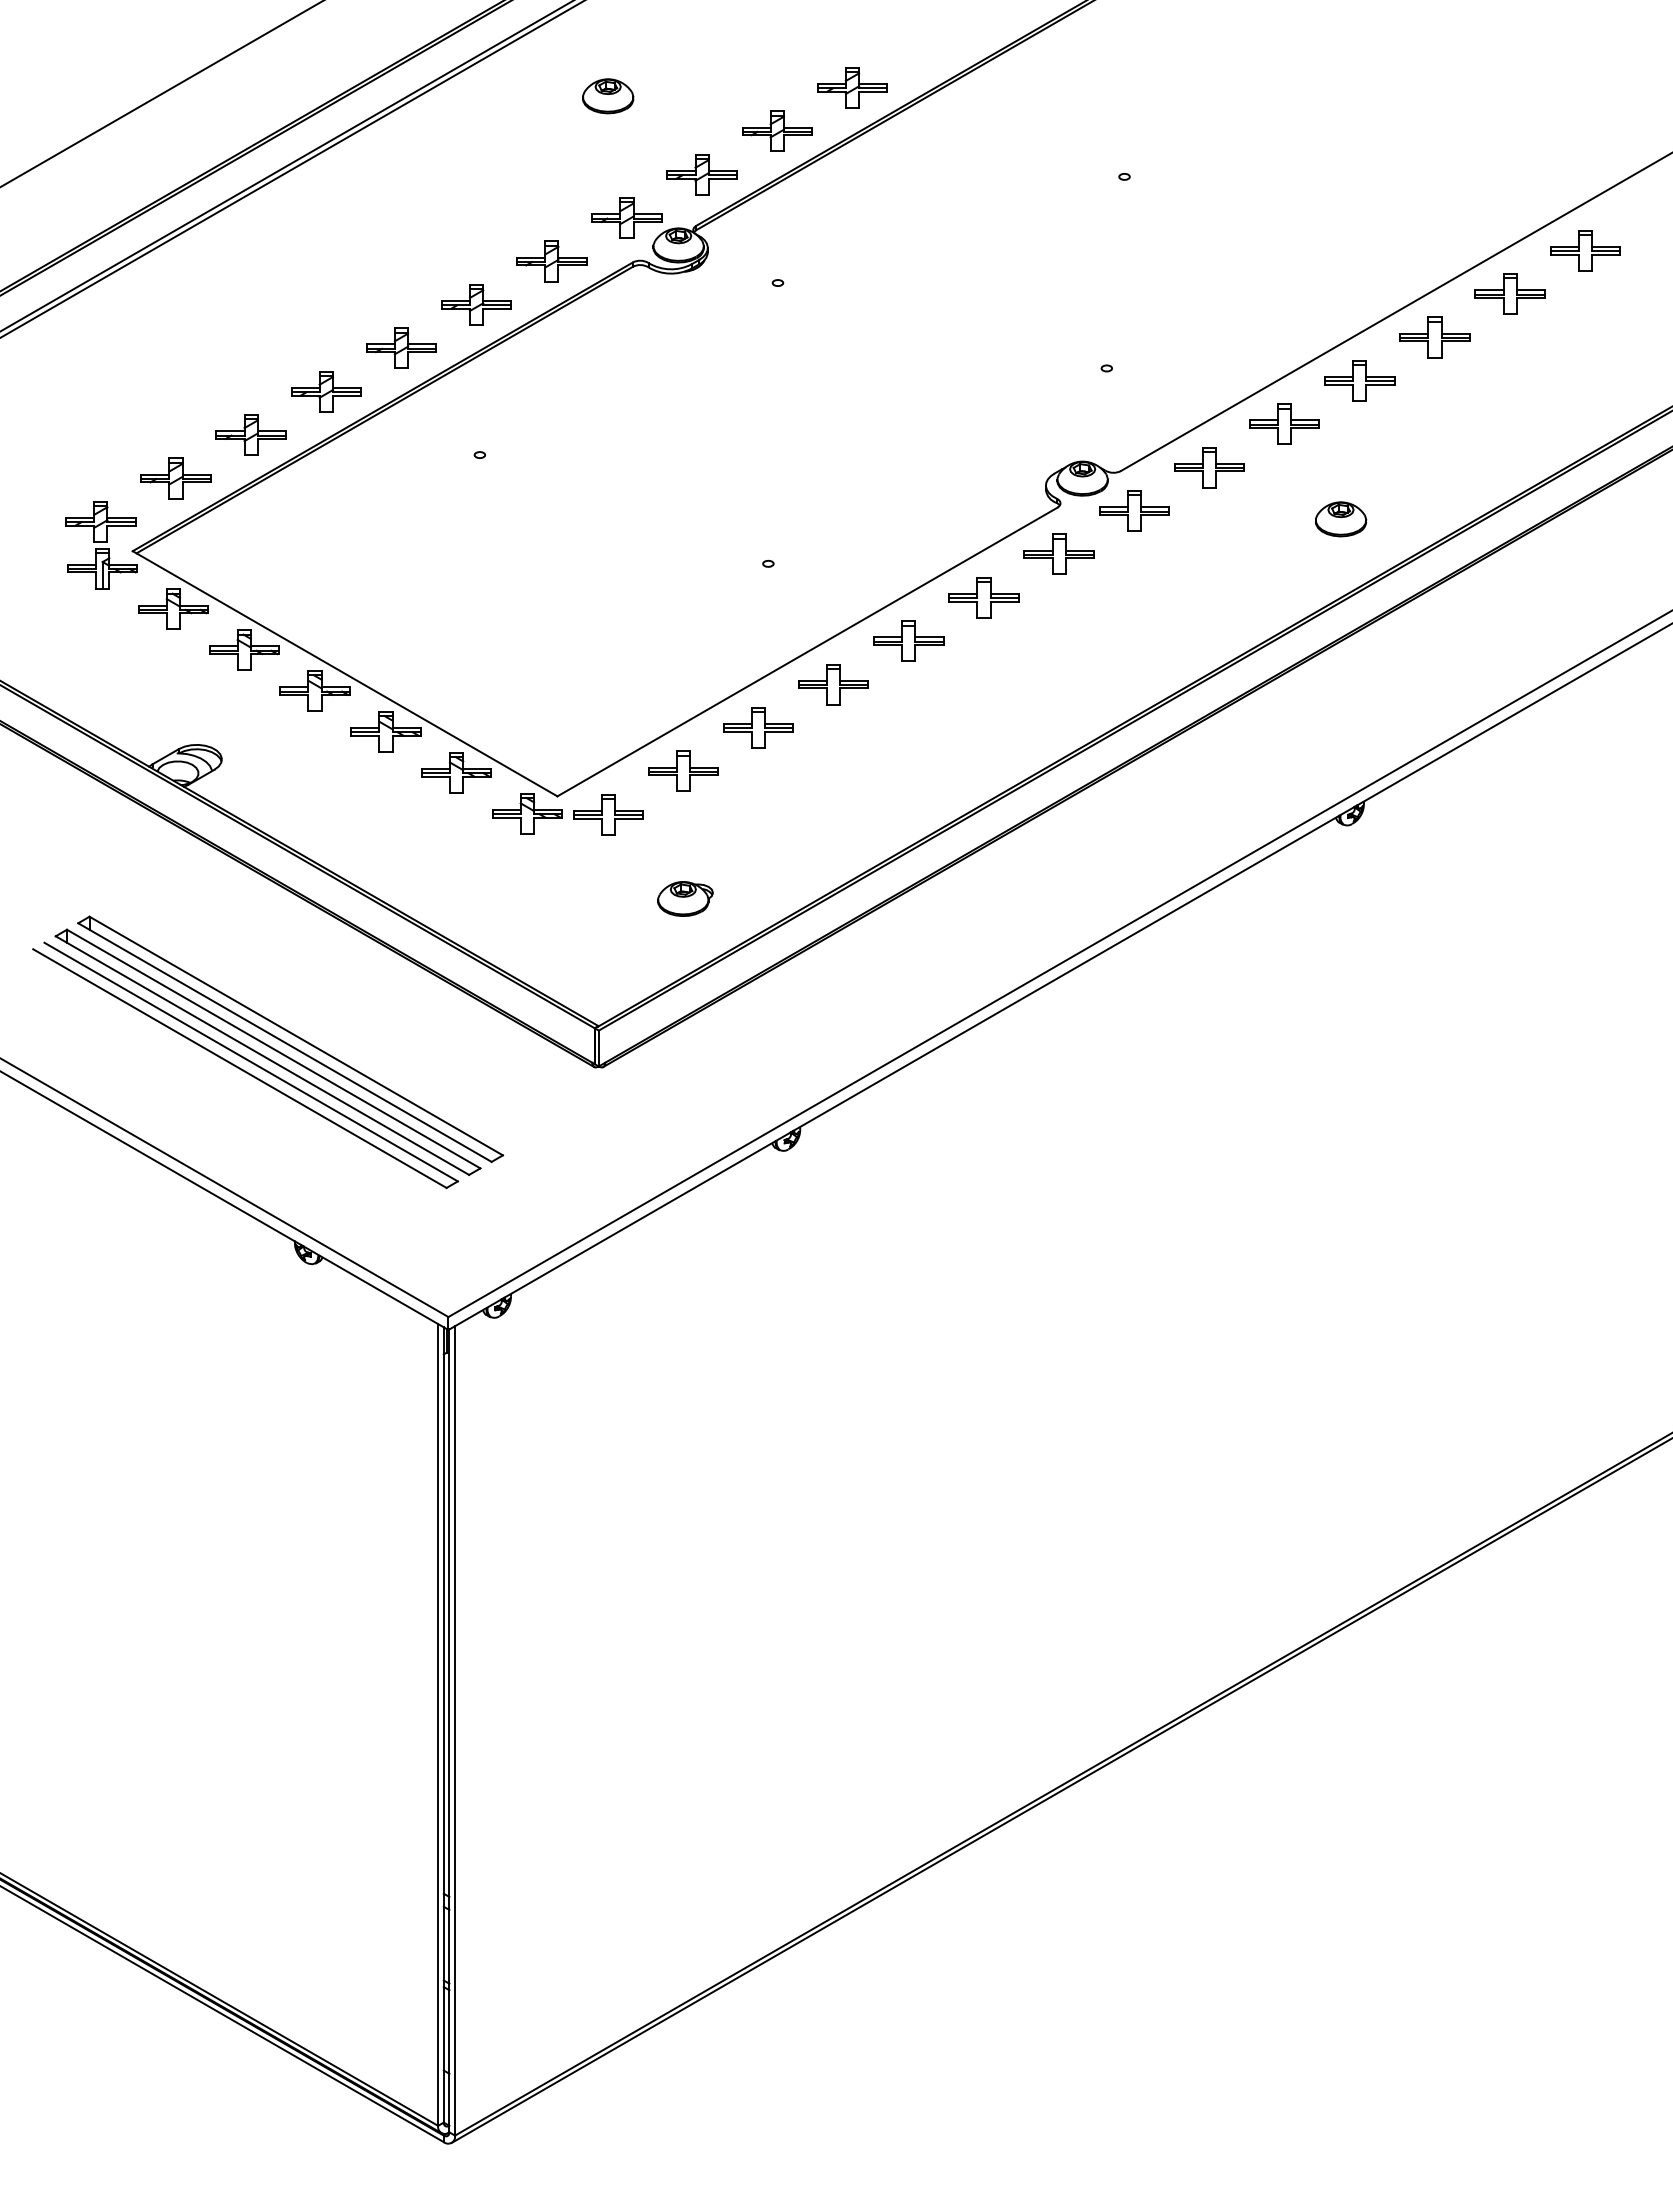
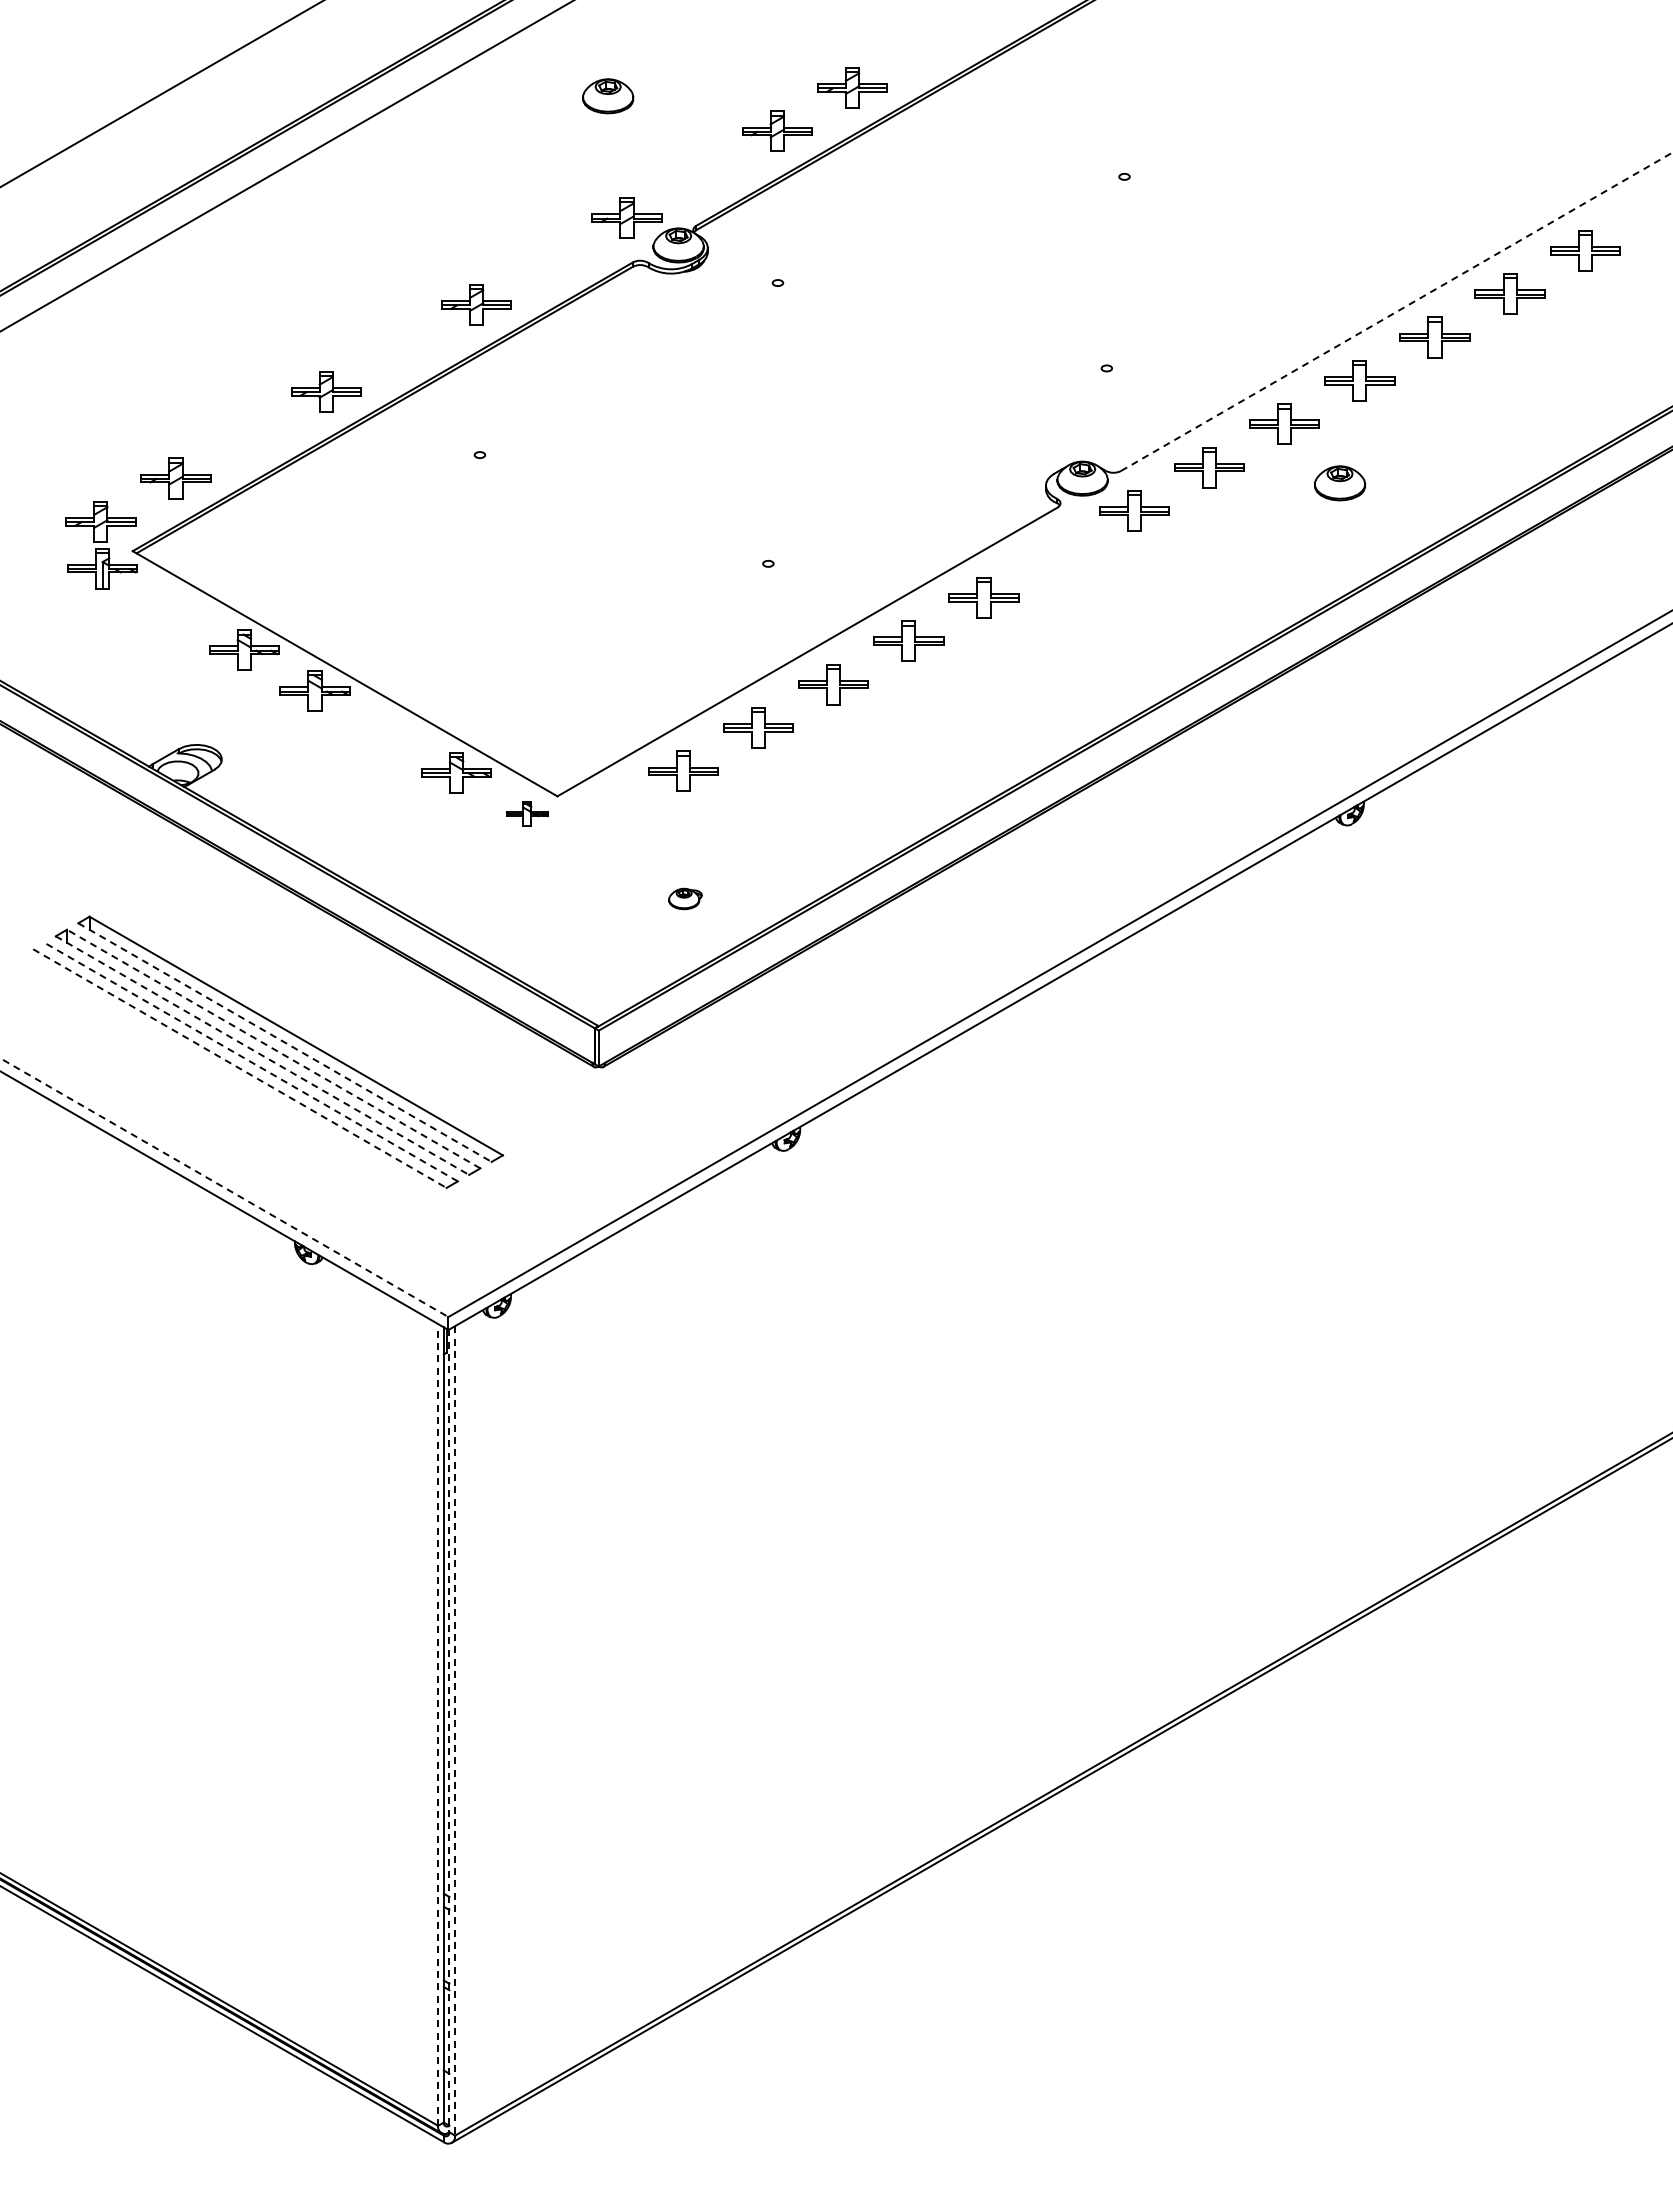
line at (291, 169): present -> none
part at (701, 174): present -> none
part at (551, 261): present -> none
line at (1397, 311): solid -> dashed
part at (401, 347): present -> none
part at (250, 434): present -> none
part at (1341, 519) position: (1341, 519) -> (1340, 483)
part at (1058, 553): present -> none
part at (173, 608): present -> none
part at (385, 731): present -> none
part at (527, 813) size: 71x42 px -> 43x26 px
part at (608, 814): present -> none
part at (685, 898) size: 57x36 px -> 35x24 px
line at (284, 1042): solid -> dashed
line at (273, 1049): solid -> dashed
line at (262, 1055): solid -> dashed
line at (251, 1062): solid -> dashed
line at (239, 1068): solid -> dashed
line at (225, 1188): solid -> dashed
line at (438, 1724): solid -> dashed
line at (455, 1730): solid -> dashed
line at (449, 1731): solid -> dashed
